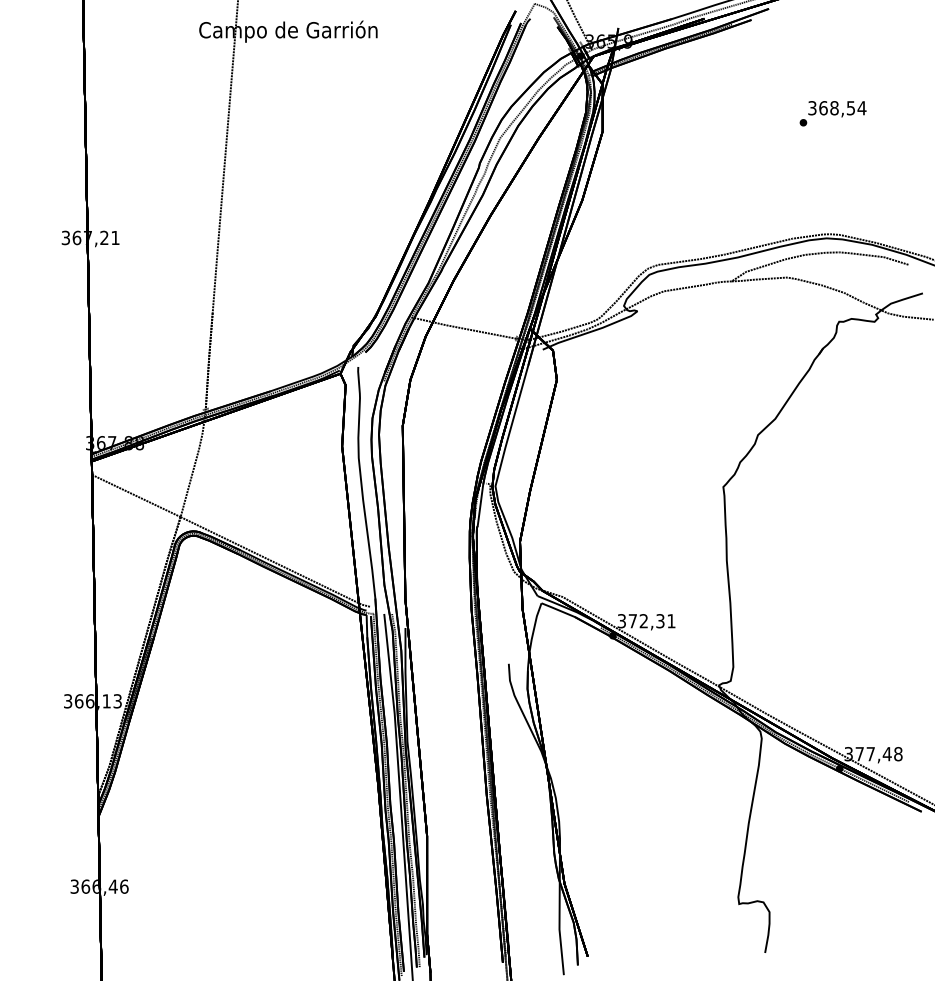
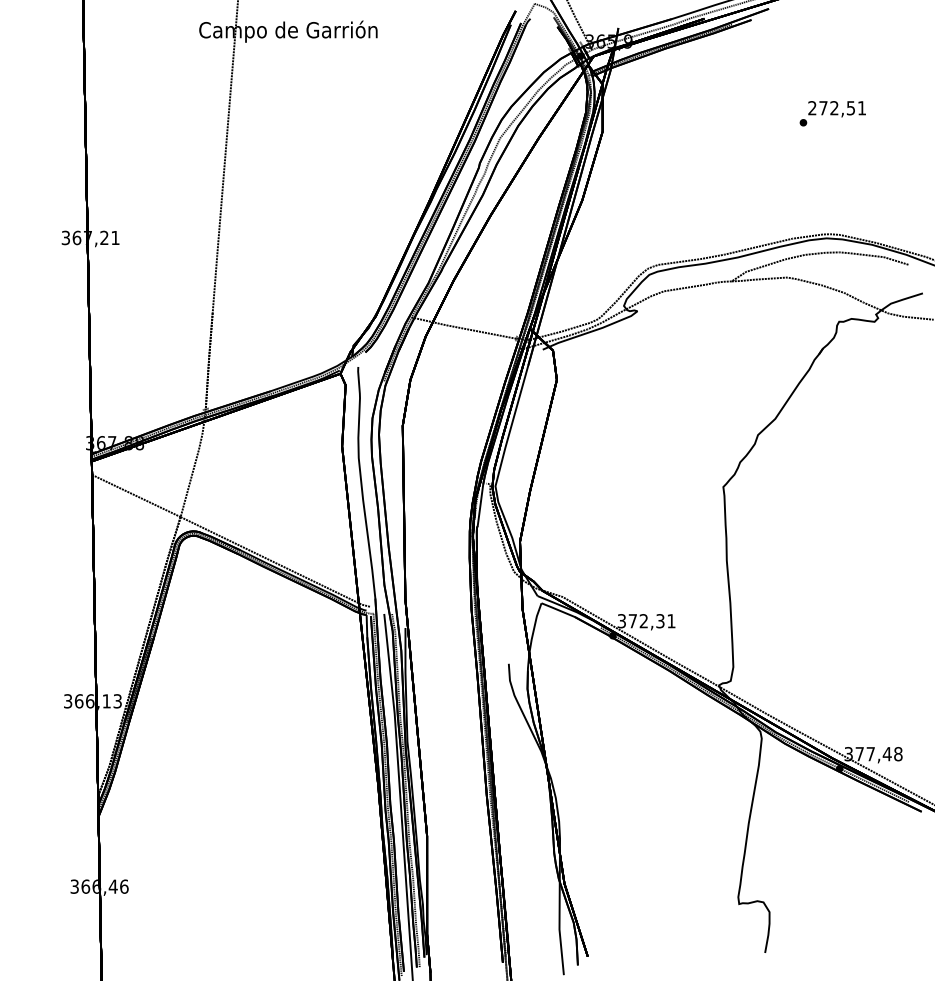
text at (837, 108): 368,54 -> 272,51
